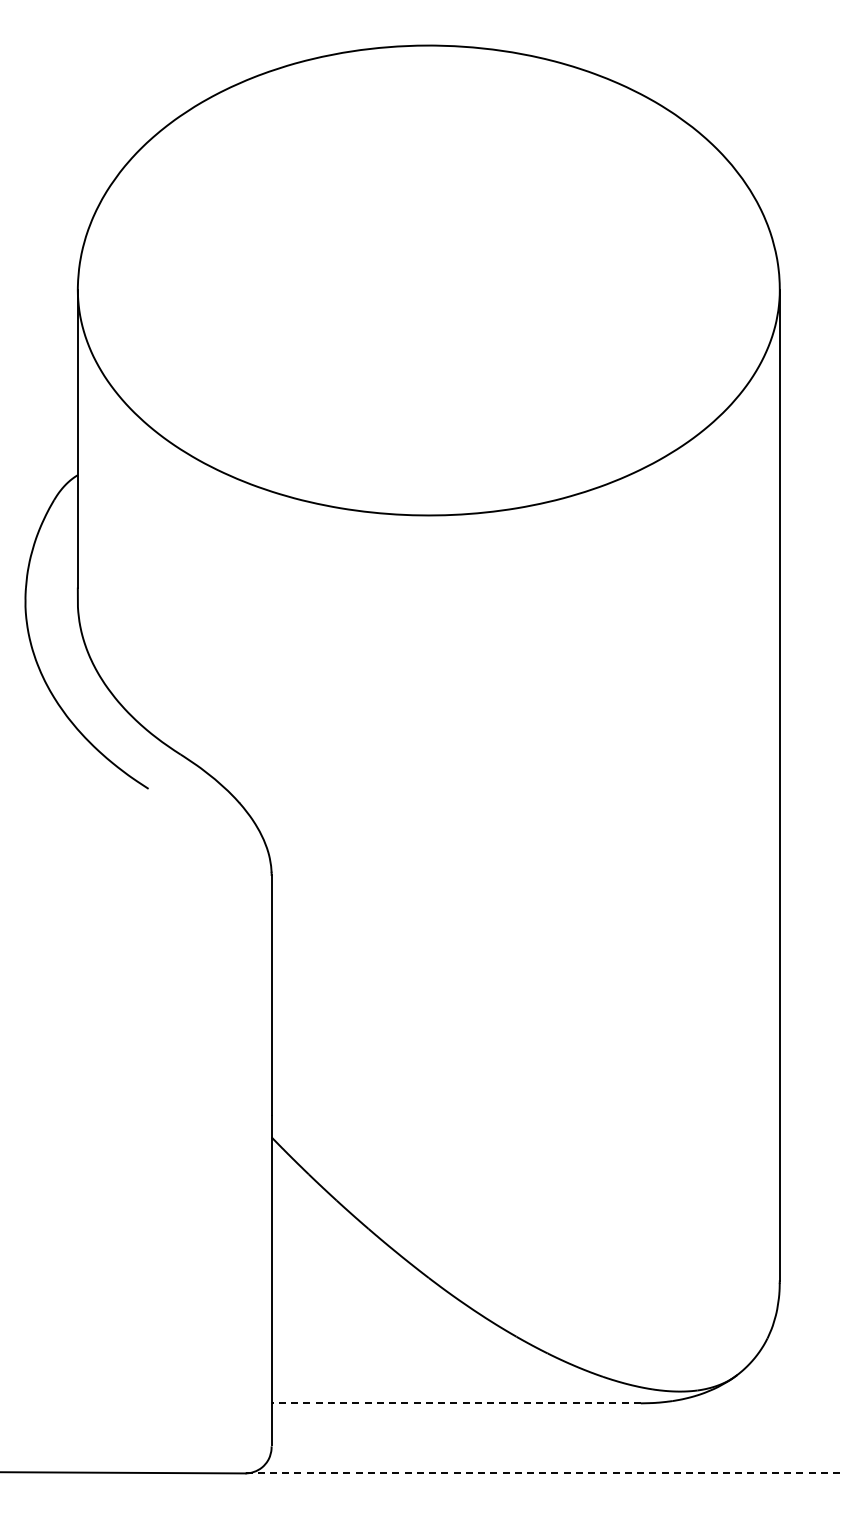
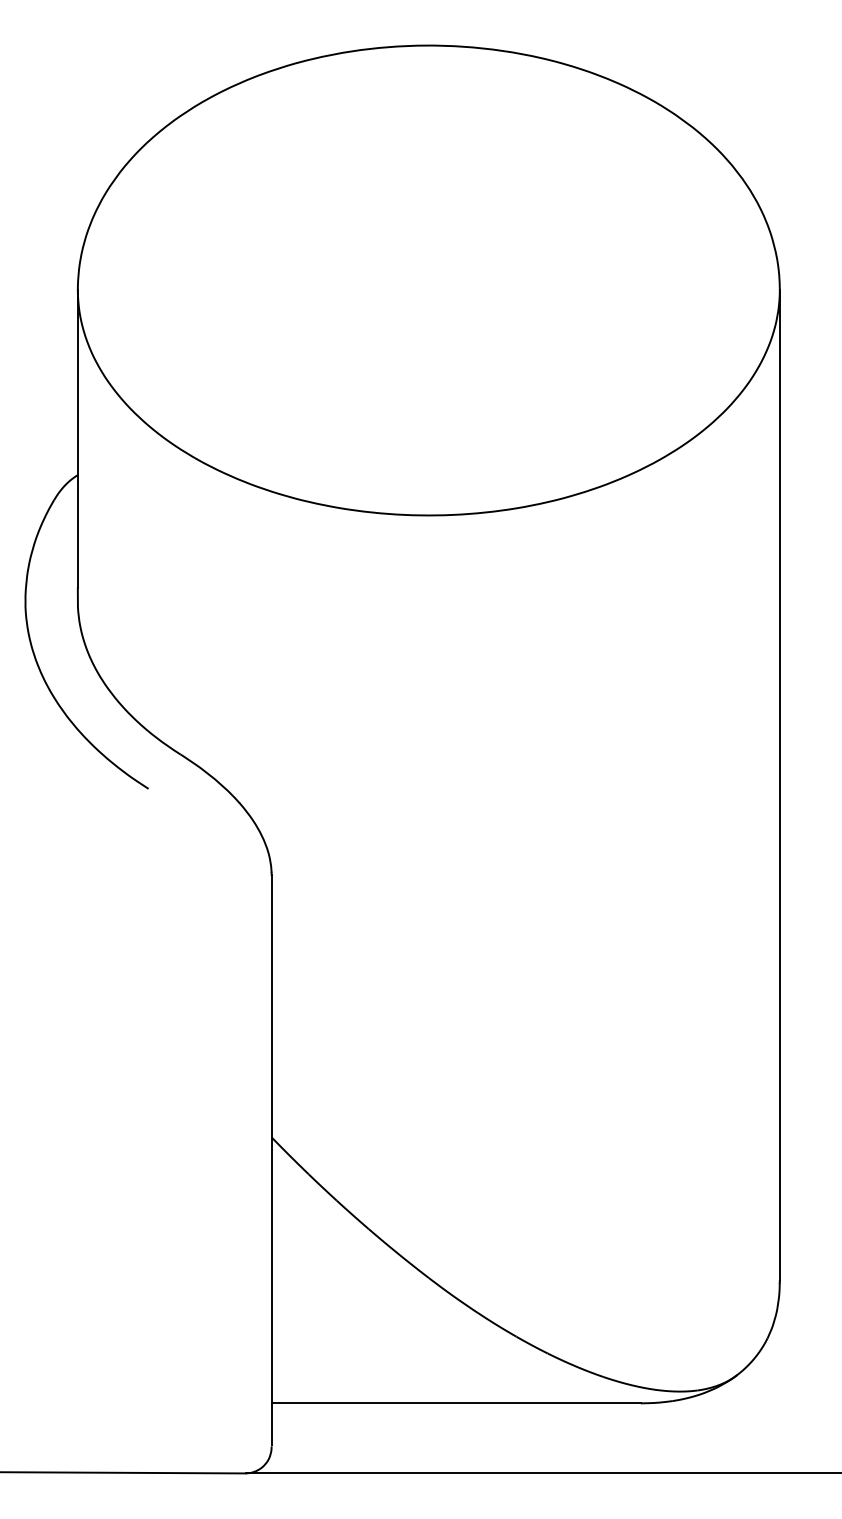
line at (456, 1403): dashed -> solid
line at (543, 1473): dashed -> solid
